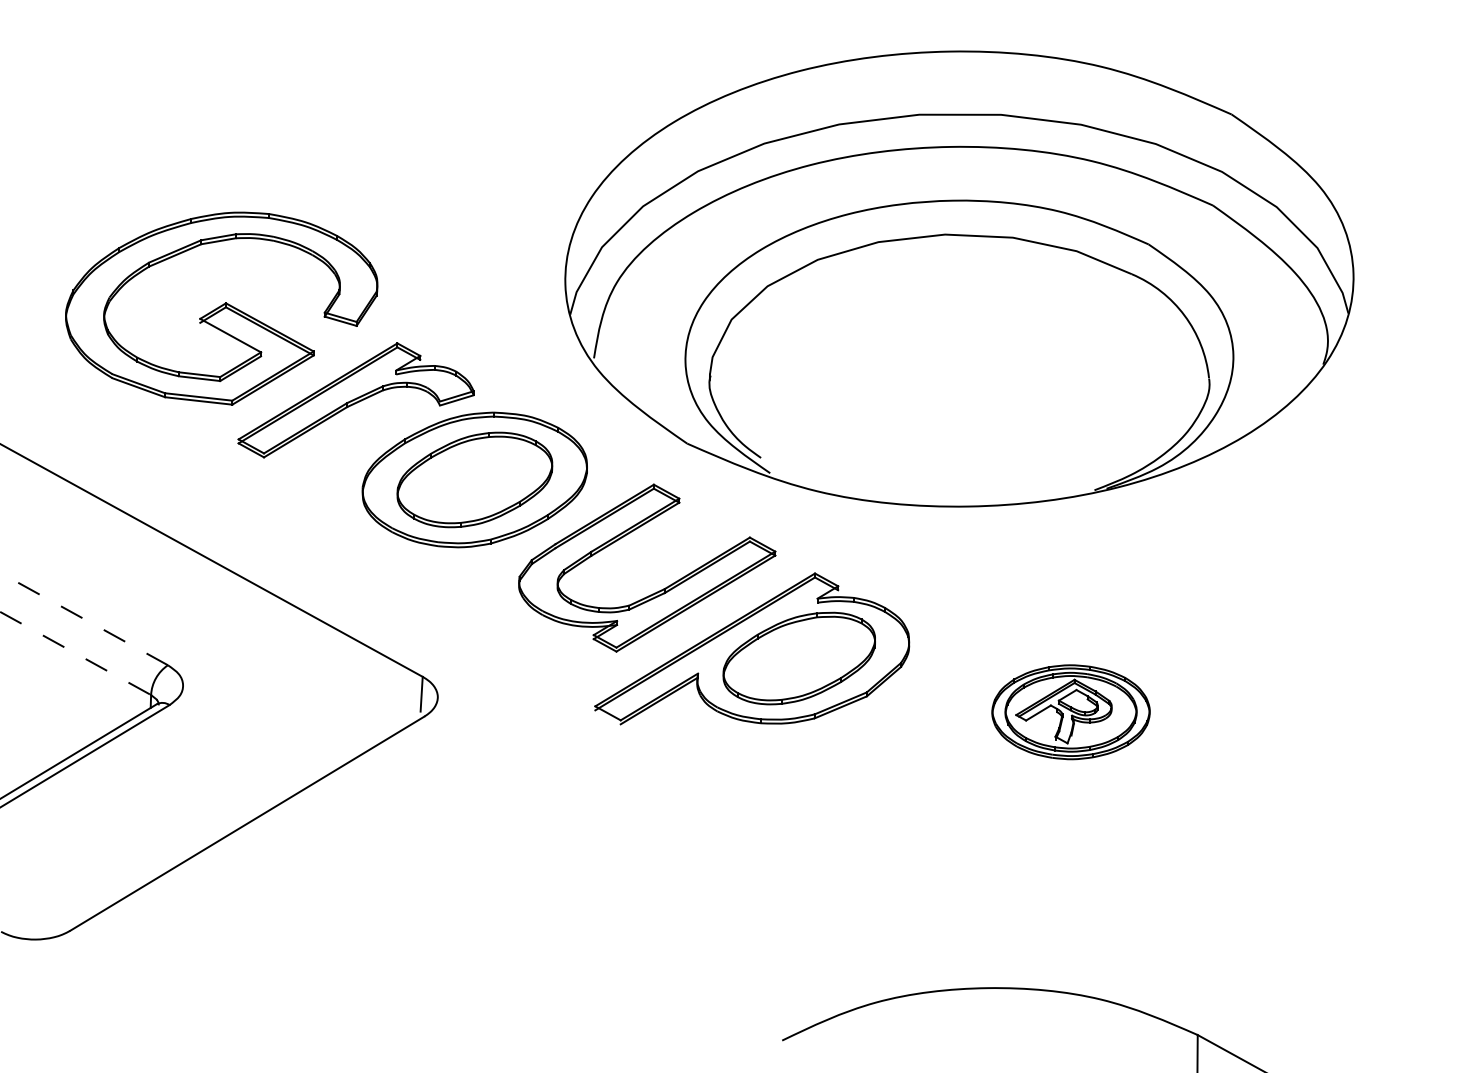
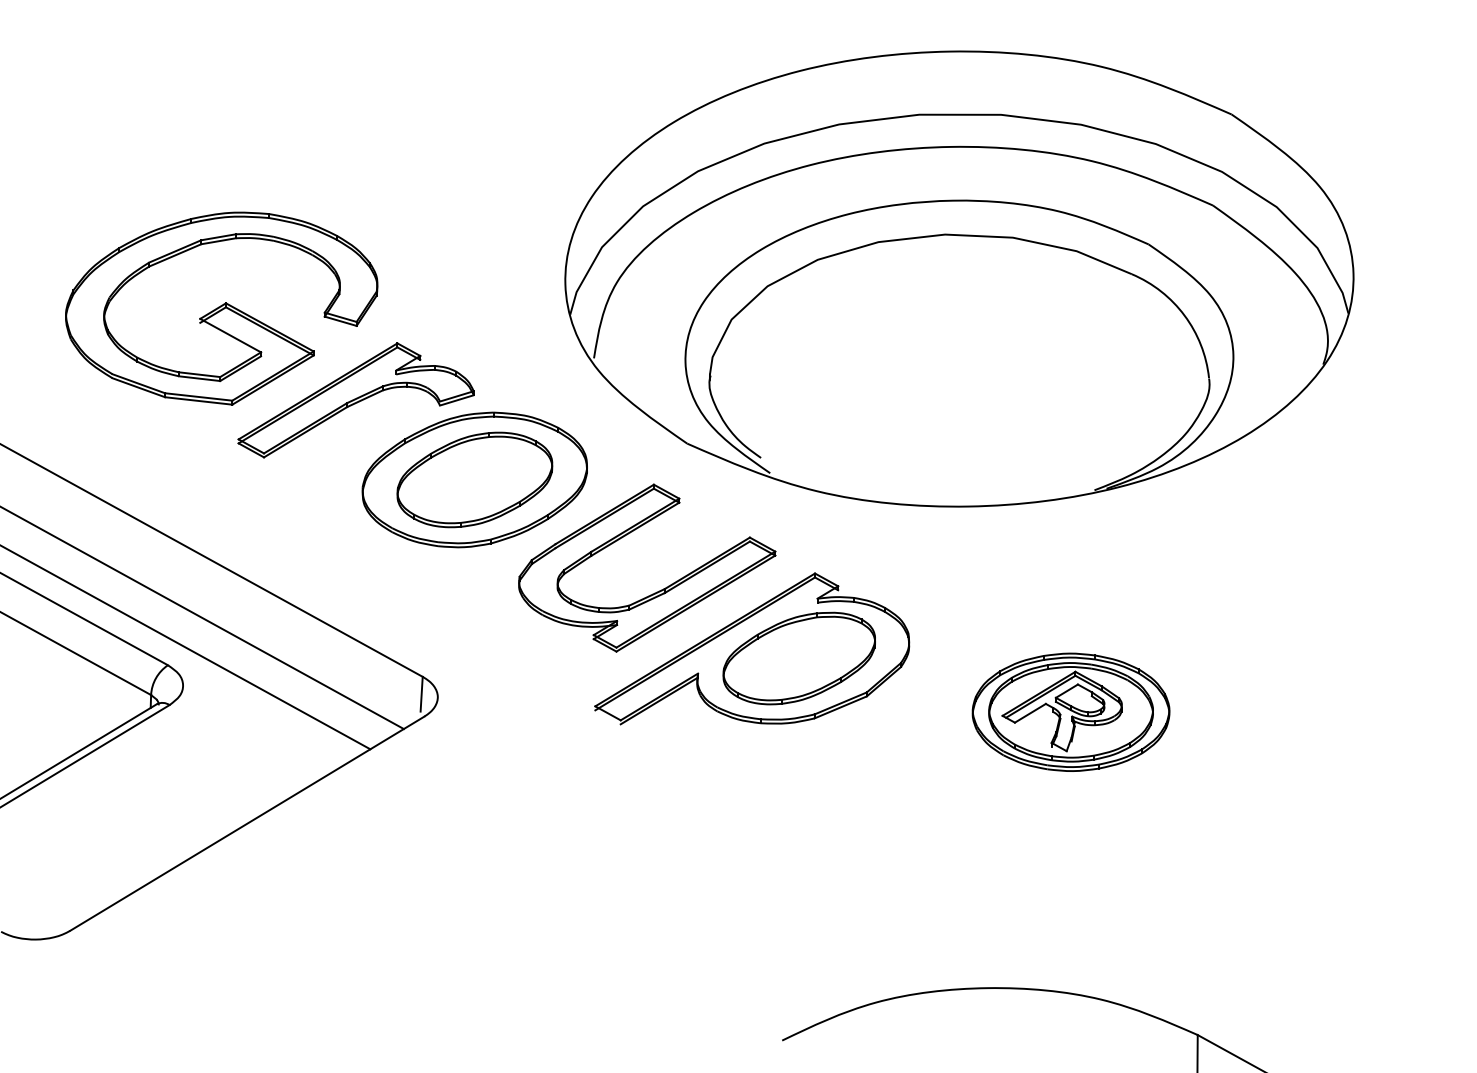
line at (202, 618): none -> present
line at (84, 619): dashed -> solid
line at (186, 647): none -> present
line at (76, 653): dashed -> solid
part at (1070, 712) size: 160x97 px -> 200x120 px
